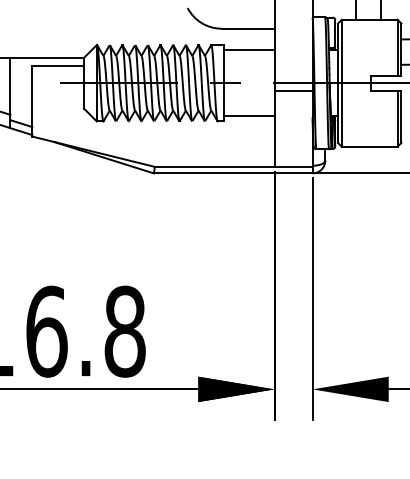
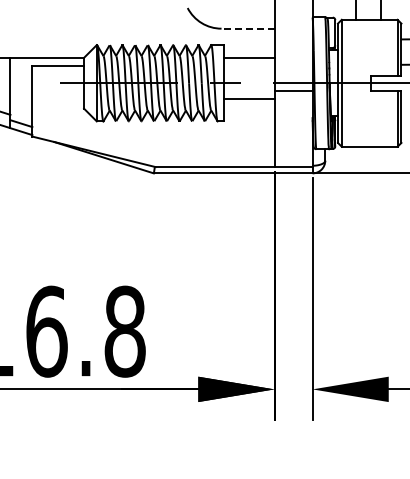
line at (247, 28): solid -> dashed
line at (248, 50) position: (248, 50) -> (248, 58)
line at (248, 116) position: (248, 116) -> (248, 99)
